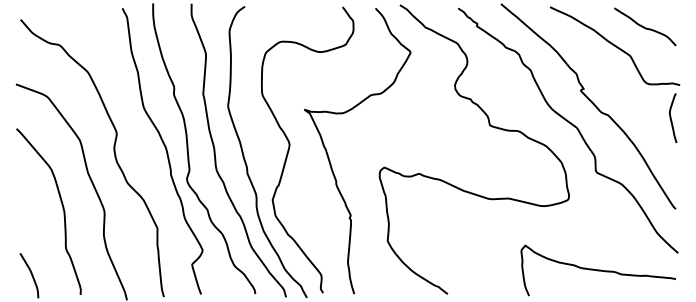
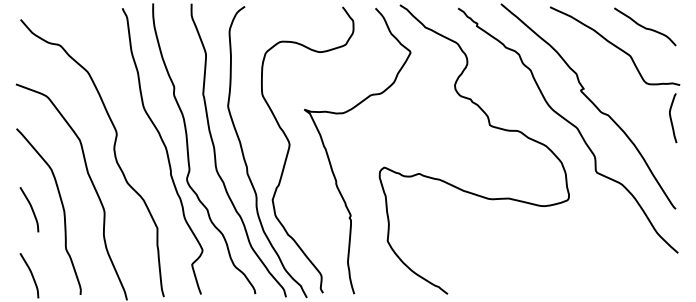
curve at (31, 209): none -> present
curve at (597, 270): present -> none
